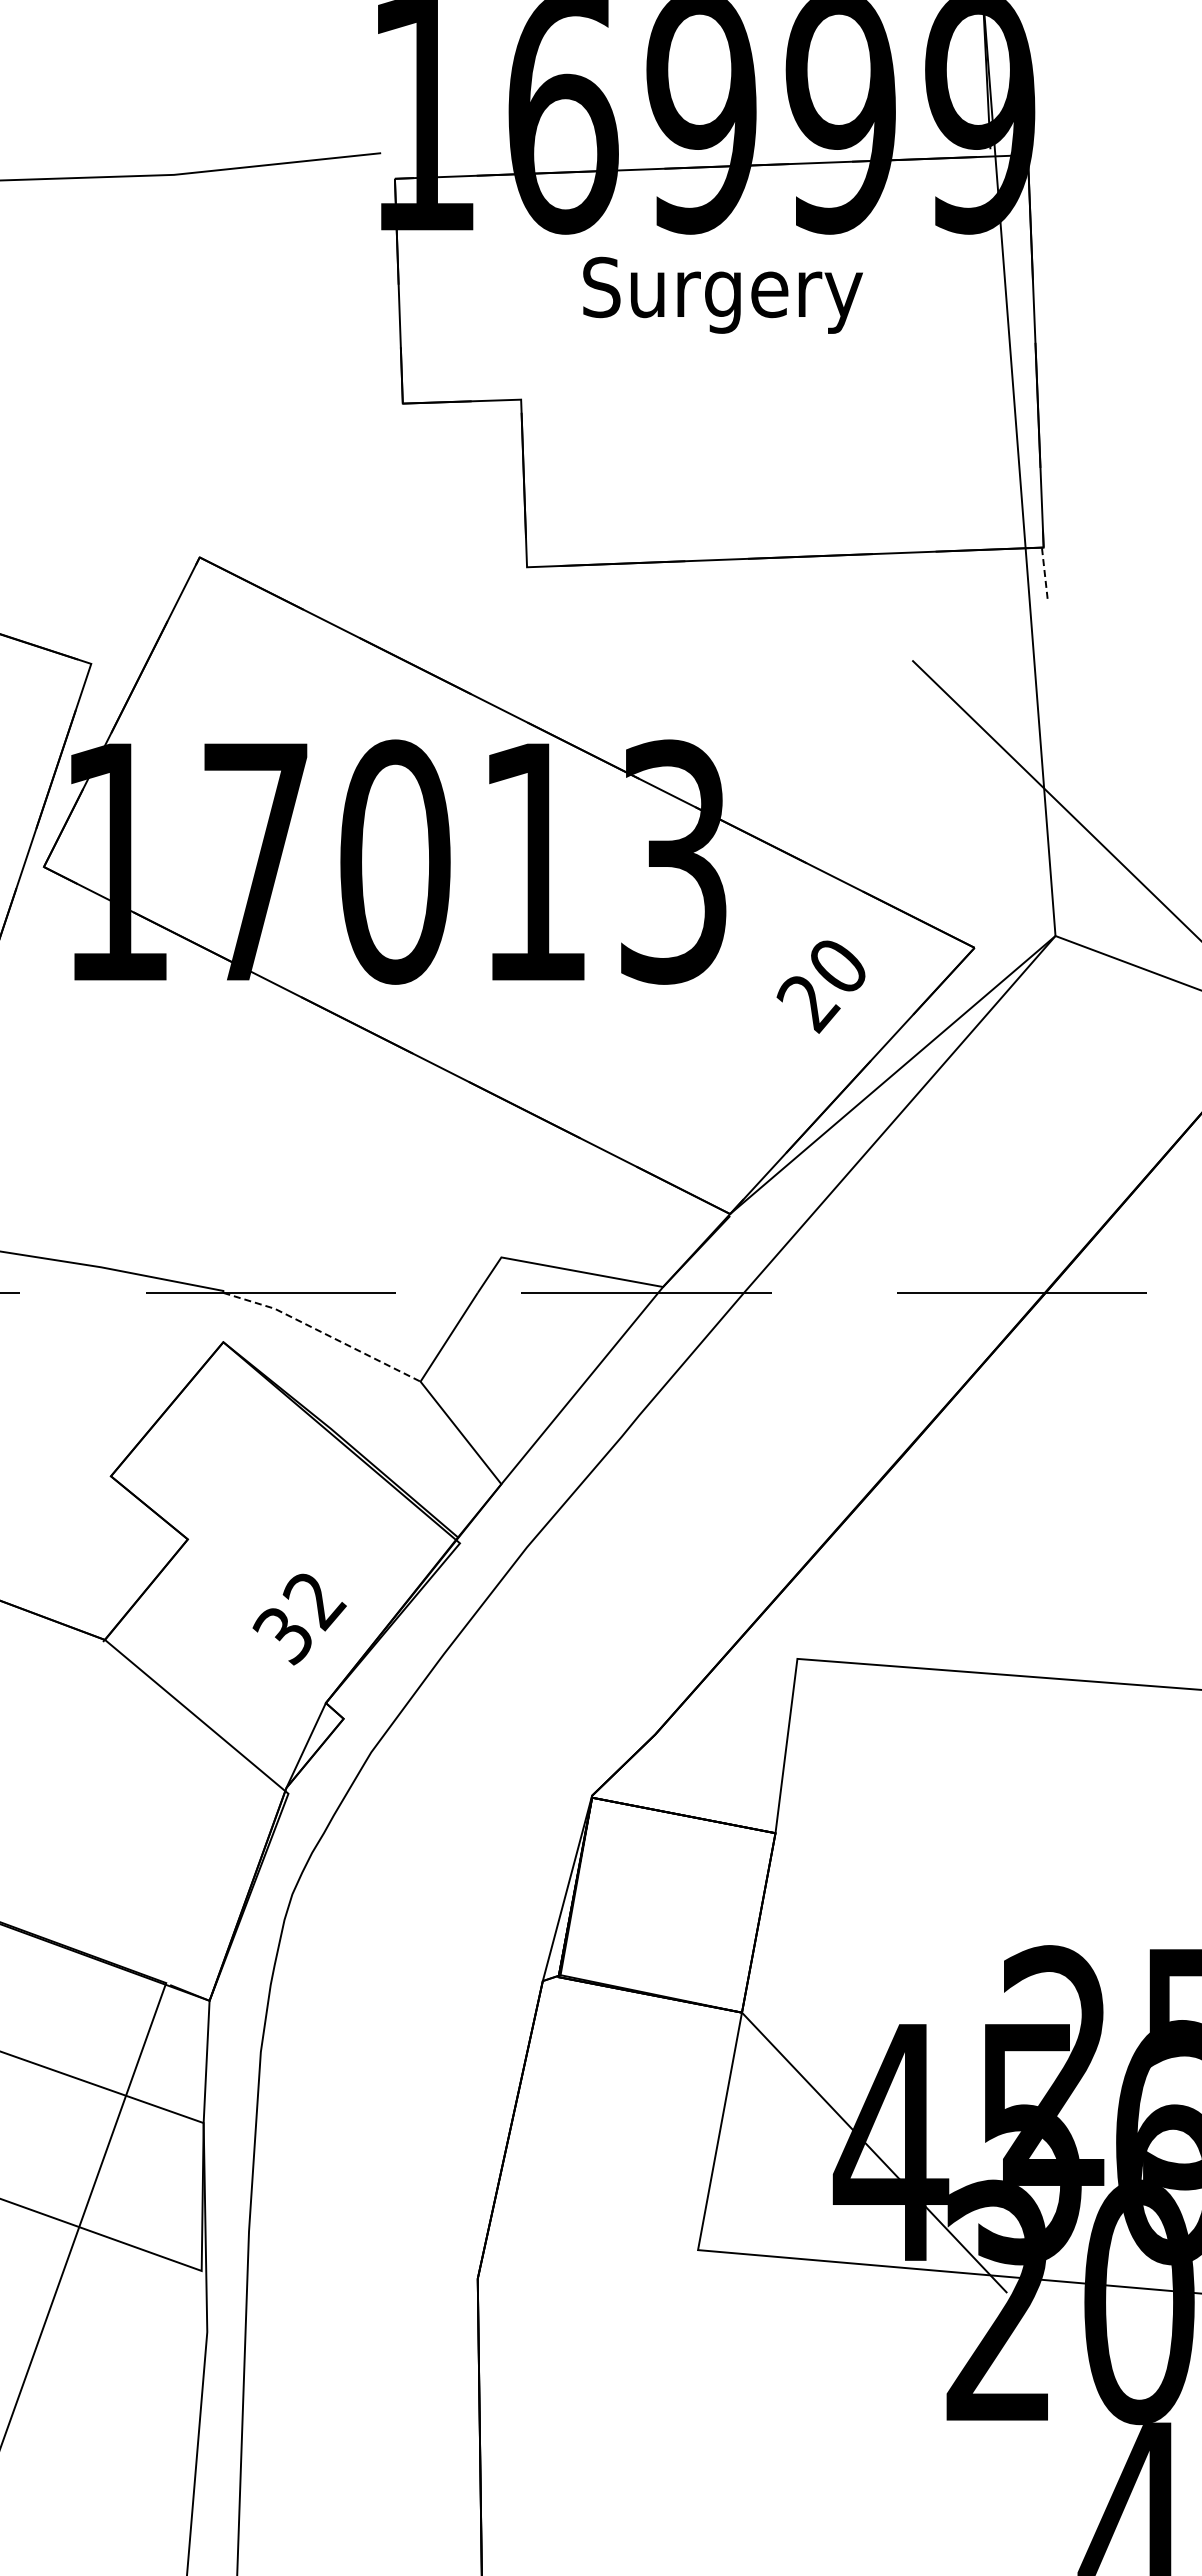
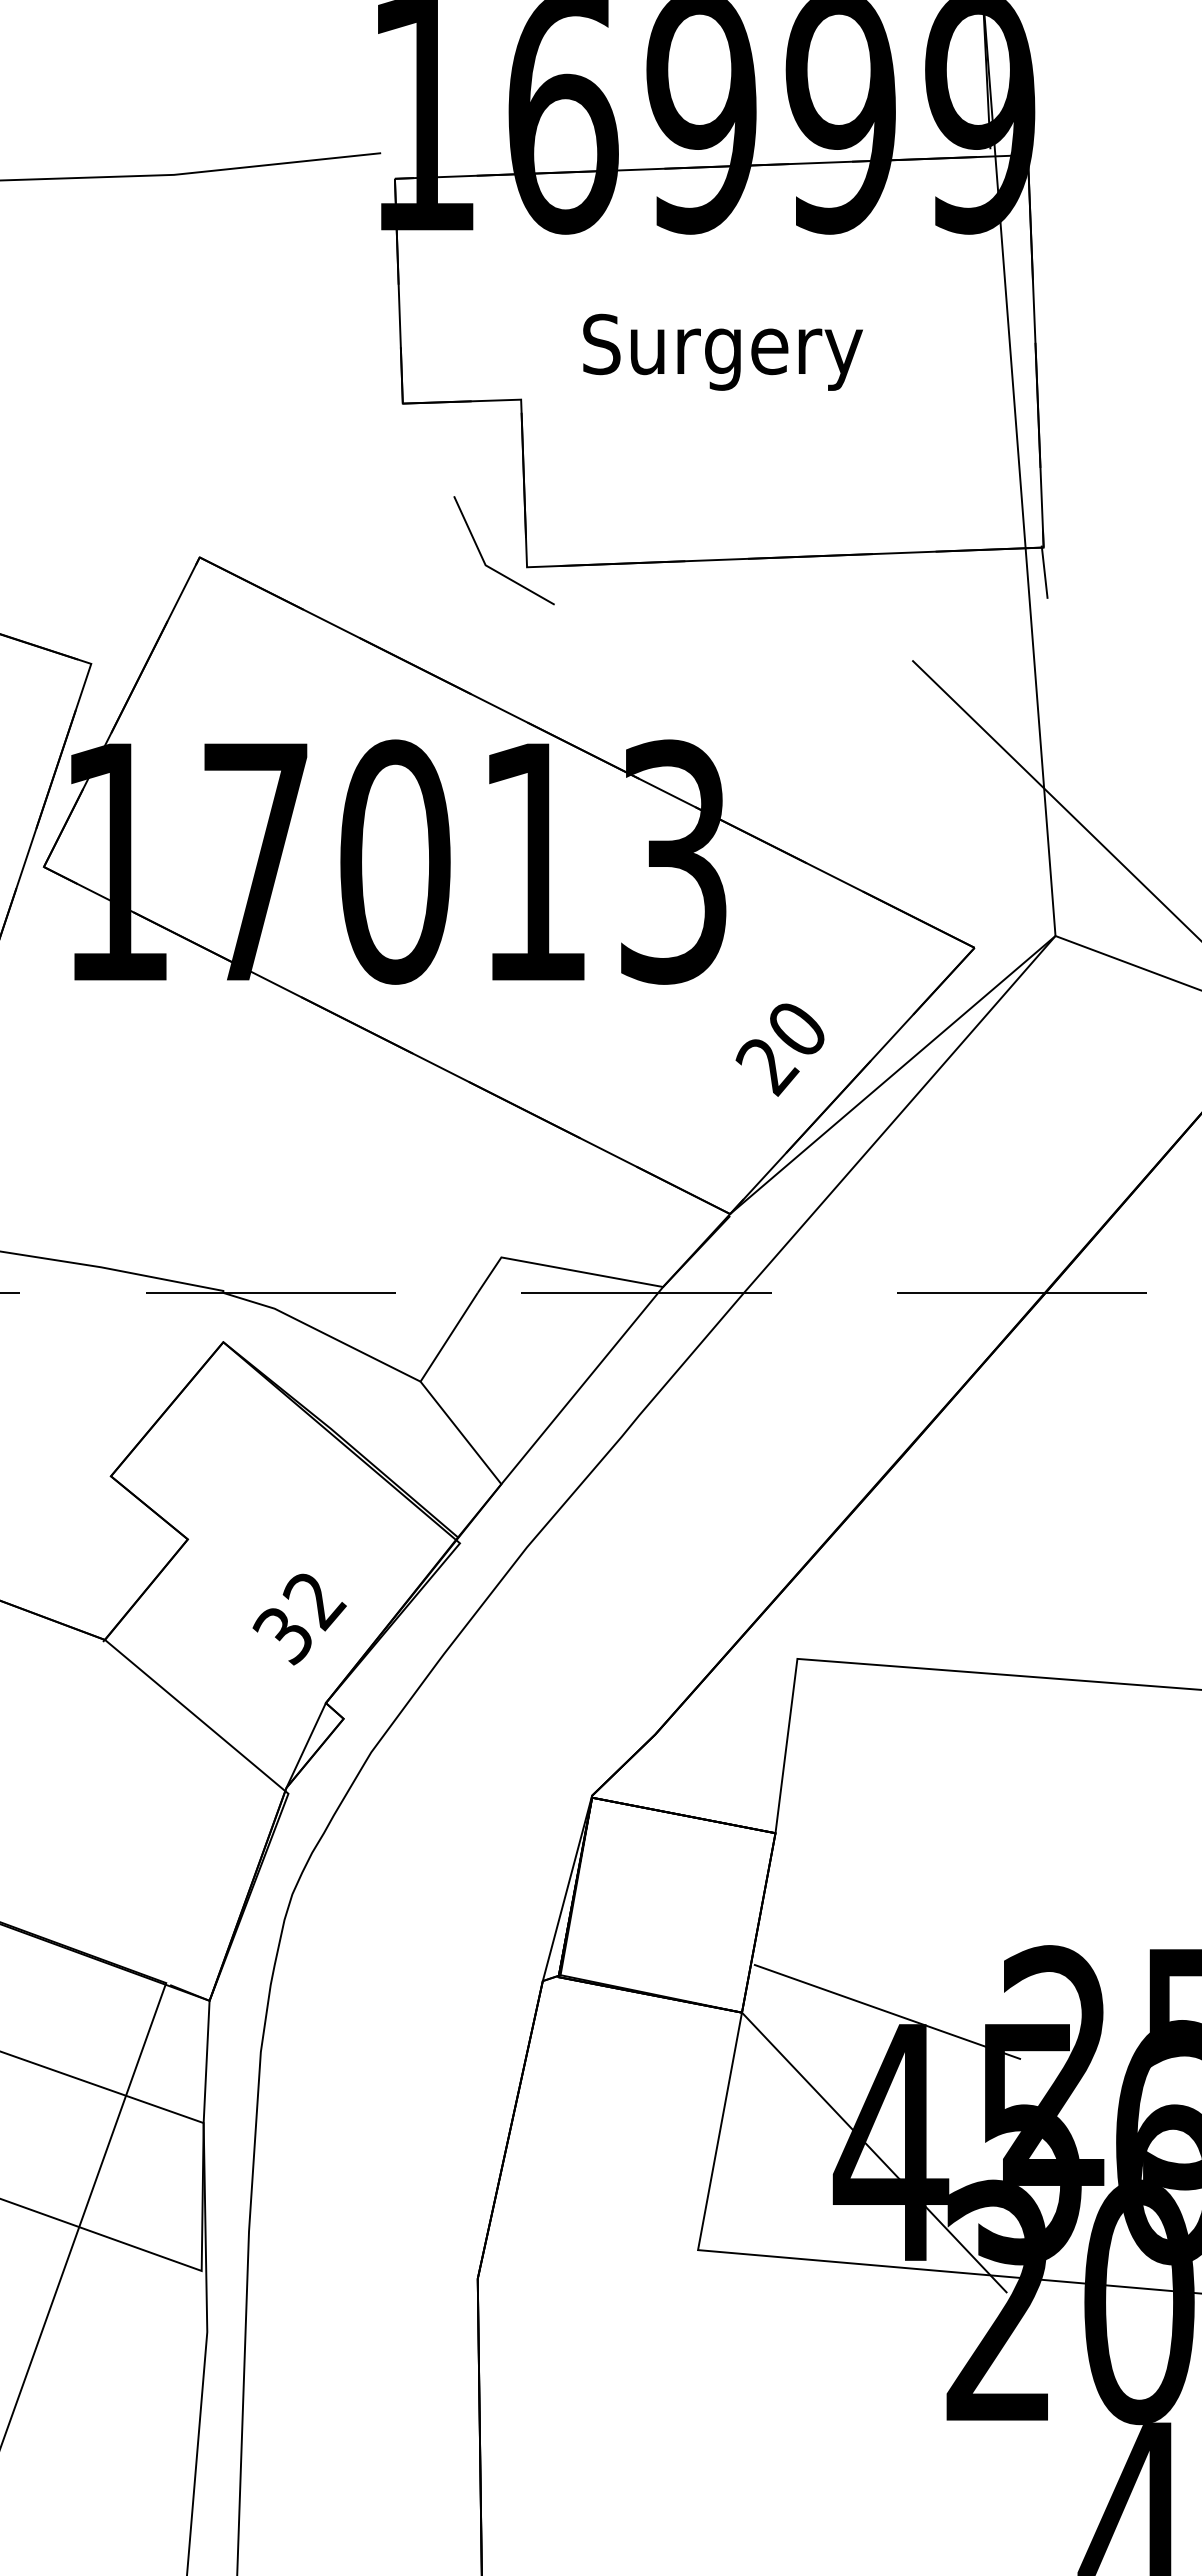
text at (722, 294) position: (722, 294) -> (722, 351)
line at (493, 568): none -> present
line at (1044, 572): dashed -> solid
text at (820, 986) position: (820, 986) -> (779, 1049)
line at (323, 1333): dashed -> solid
line at (887, 2011): none -> present
